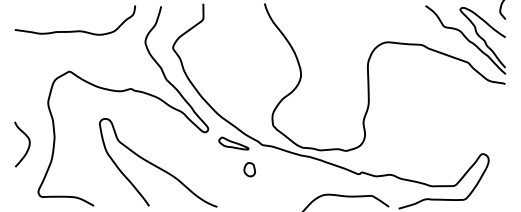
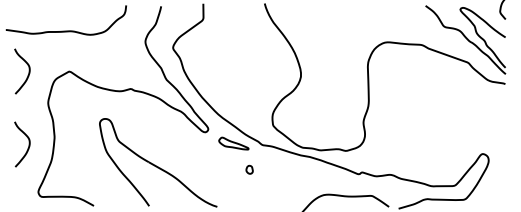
curve at (74, 30) position: (74, 30) -> (65, 30)
curve at (28, 71): none -> present
part at (249, 169) size: 13x16 px -> 9x11 px
